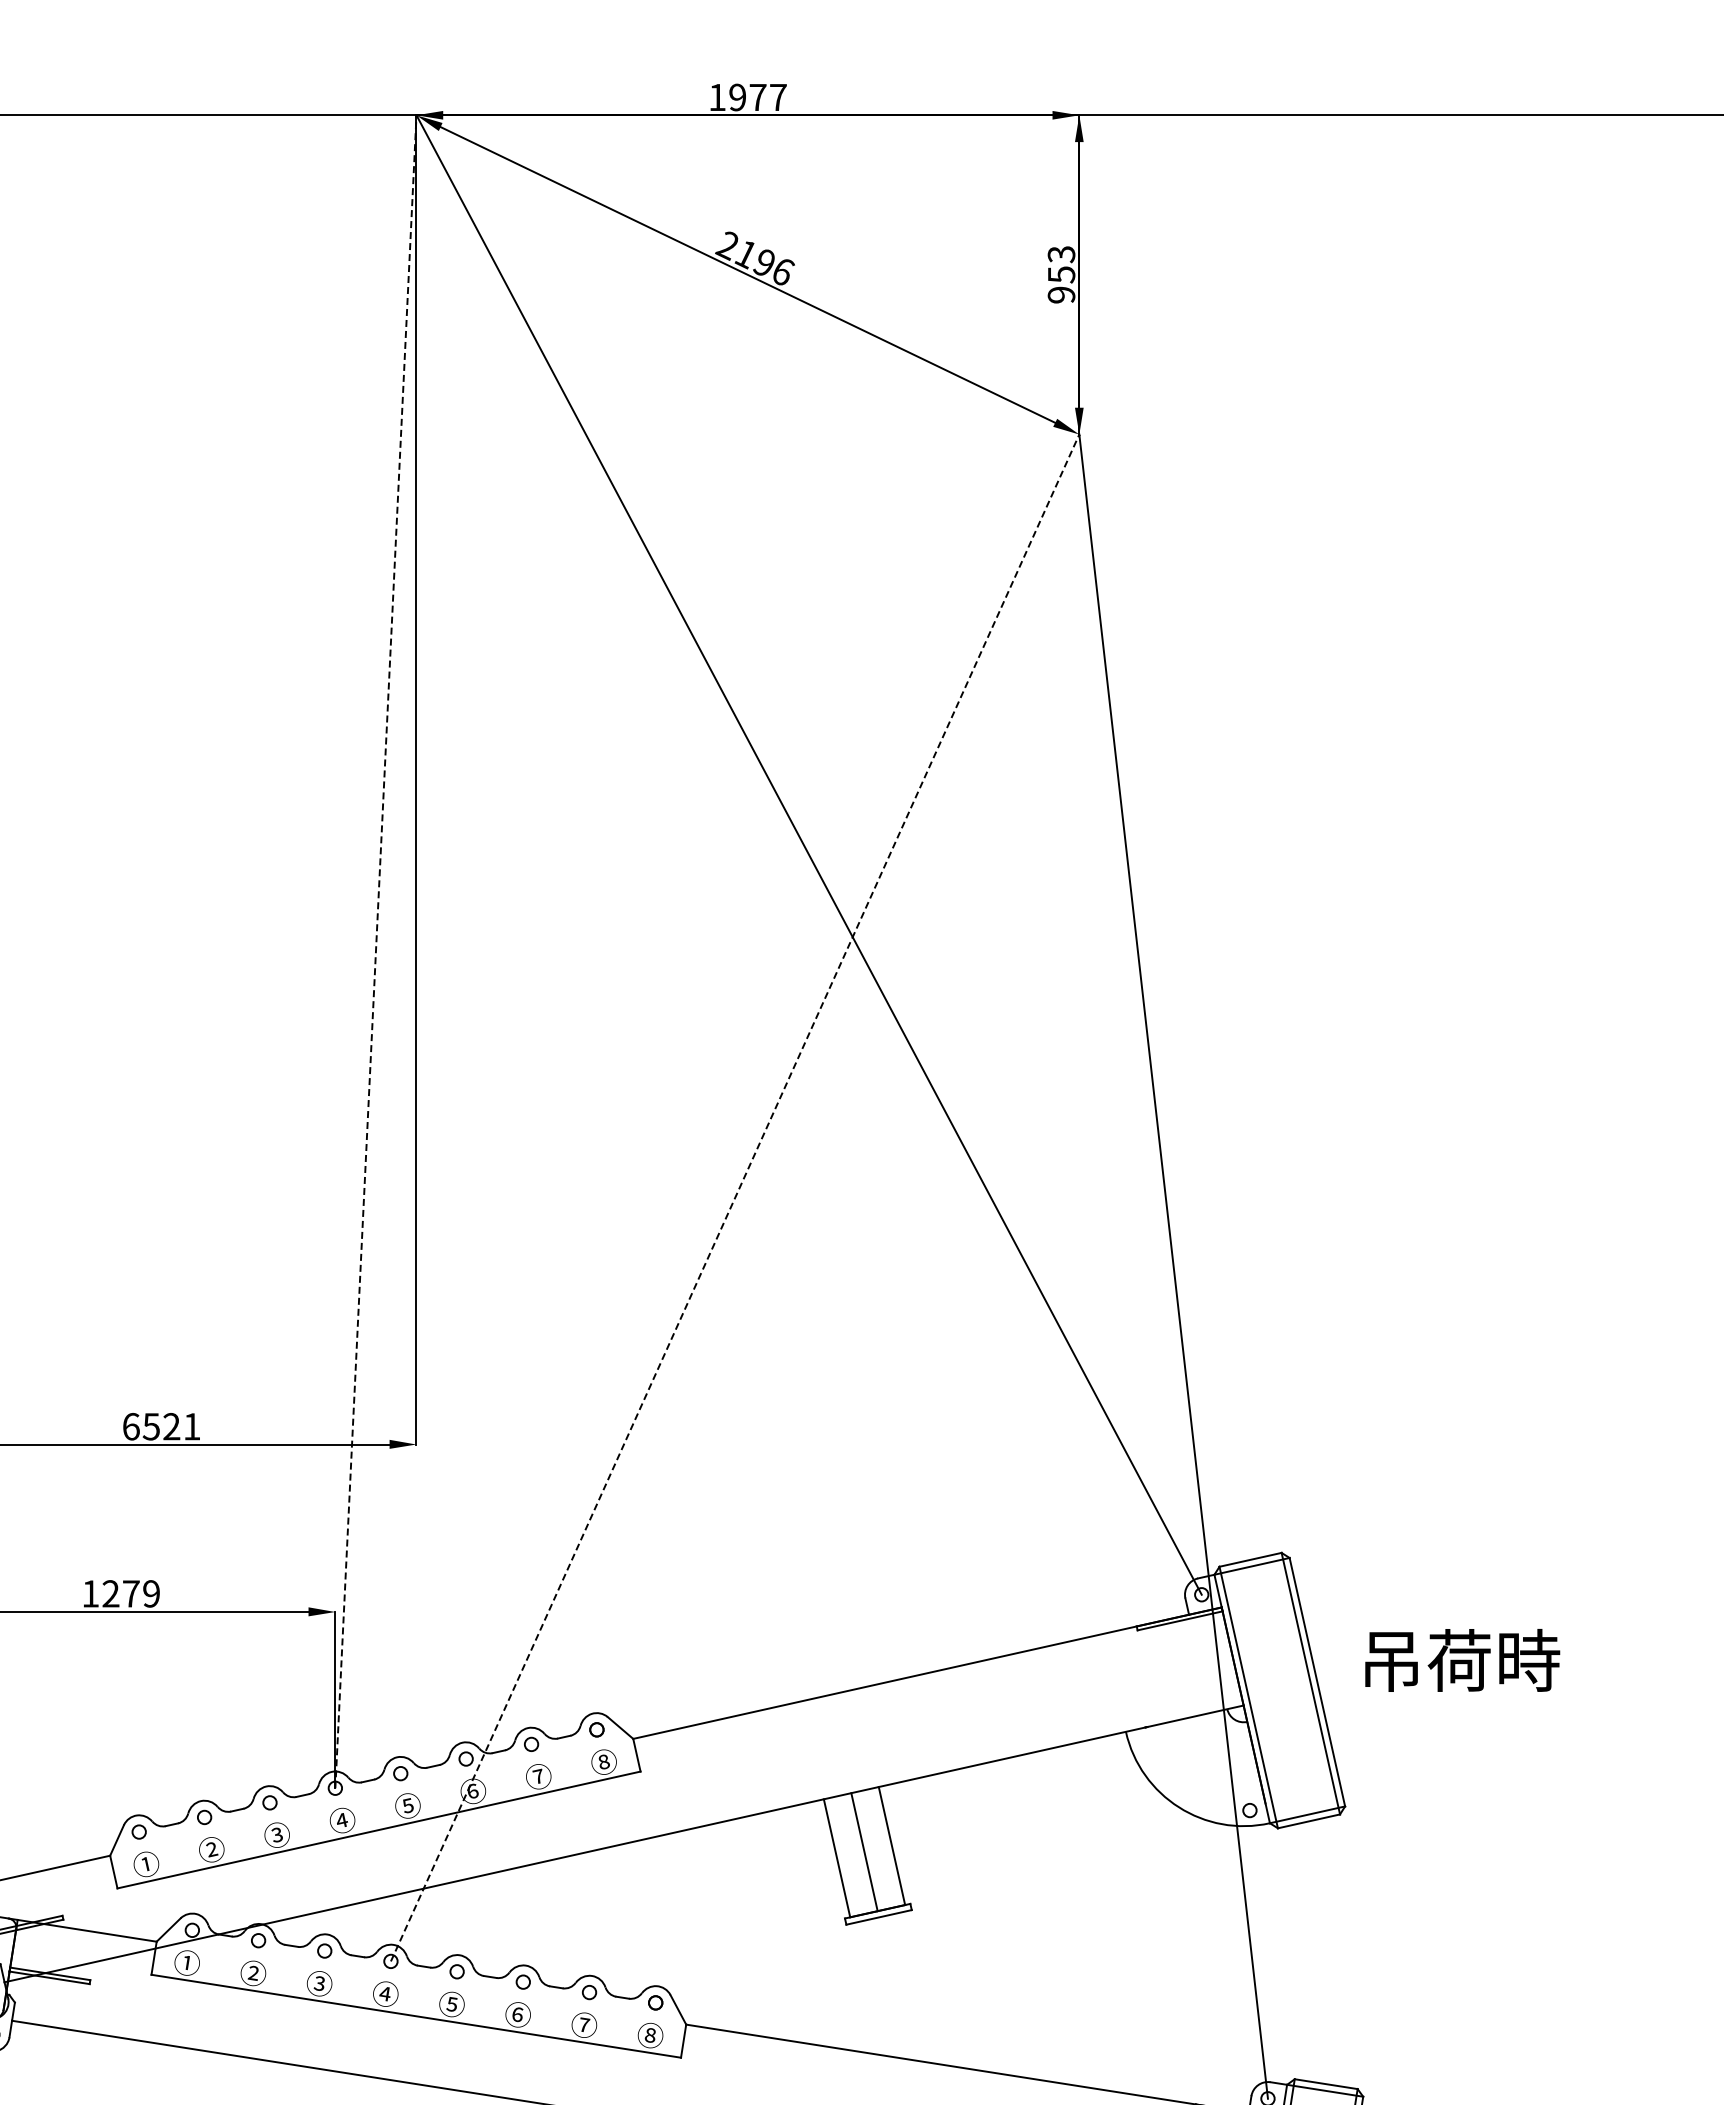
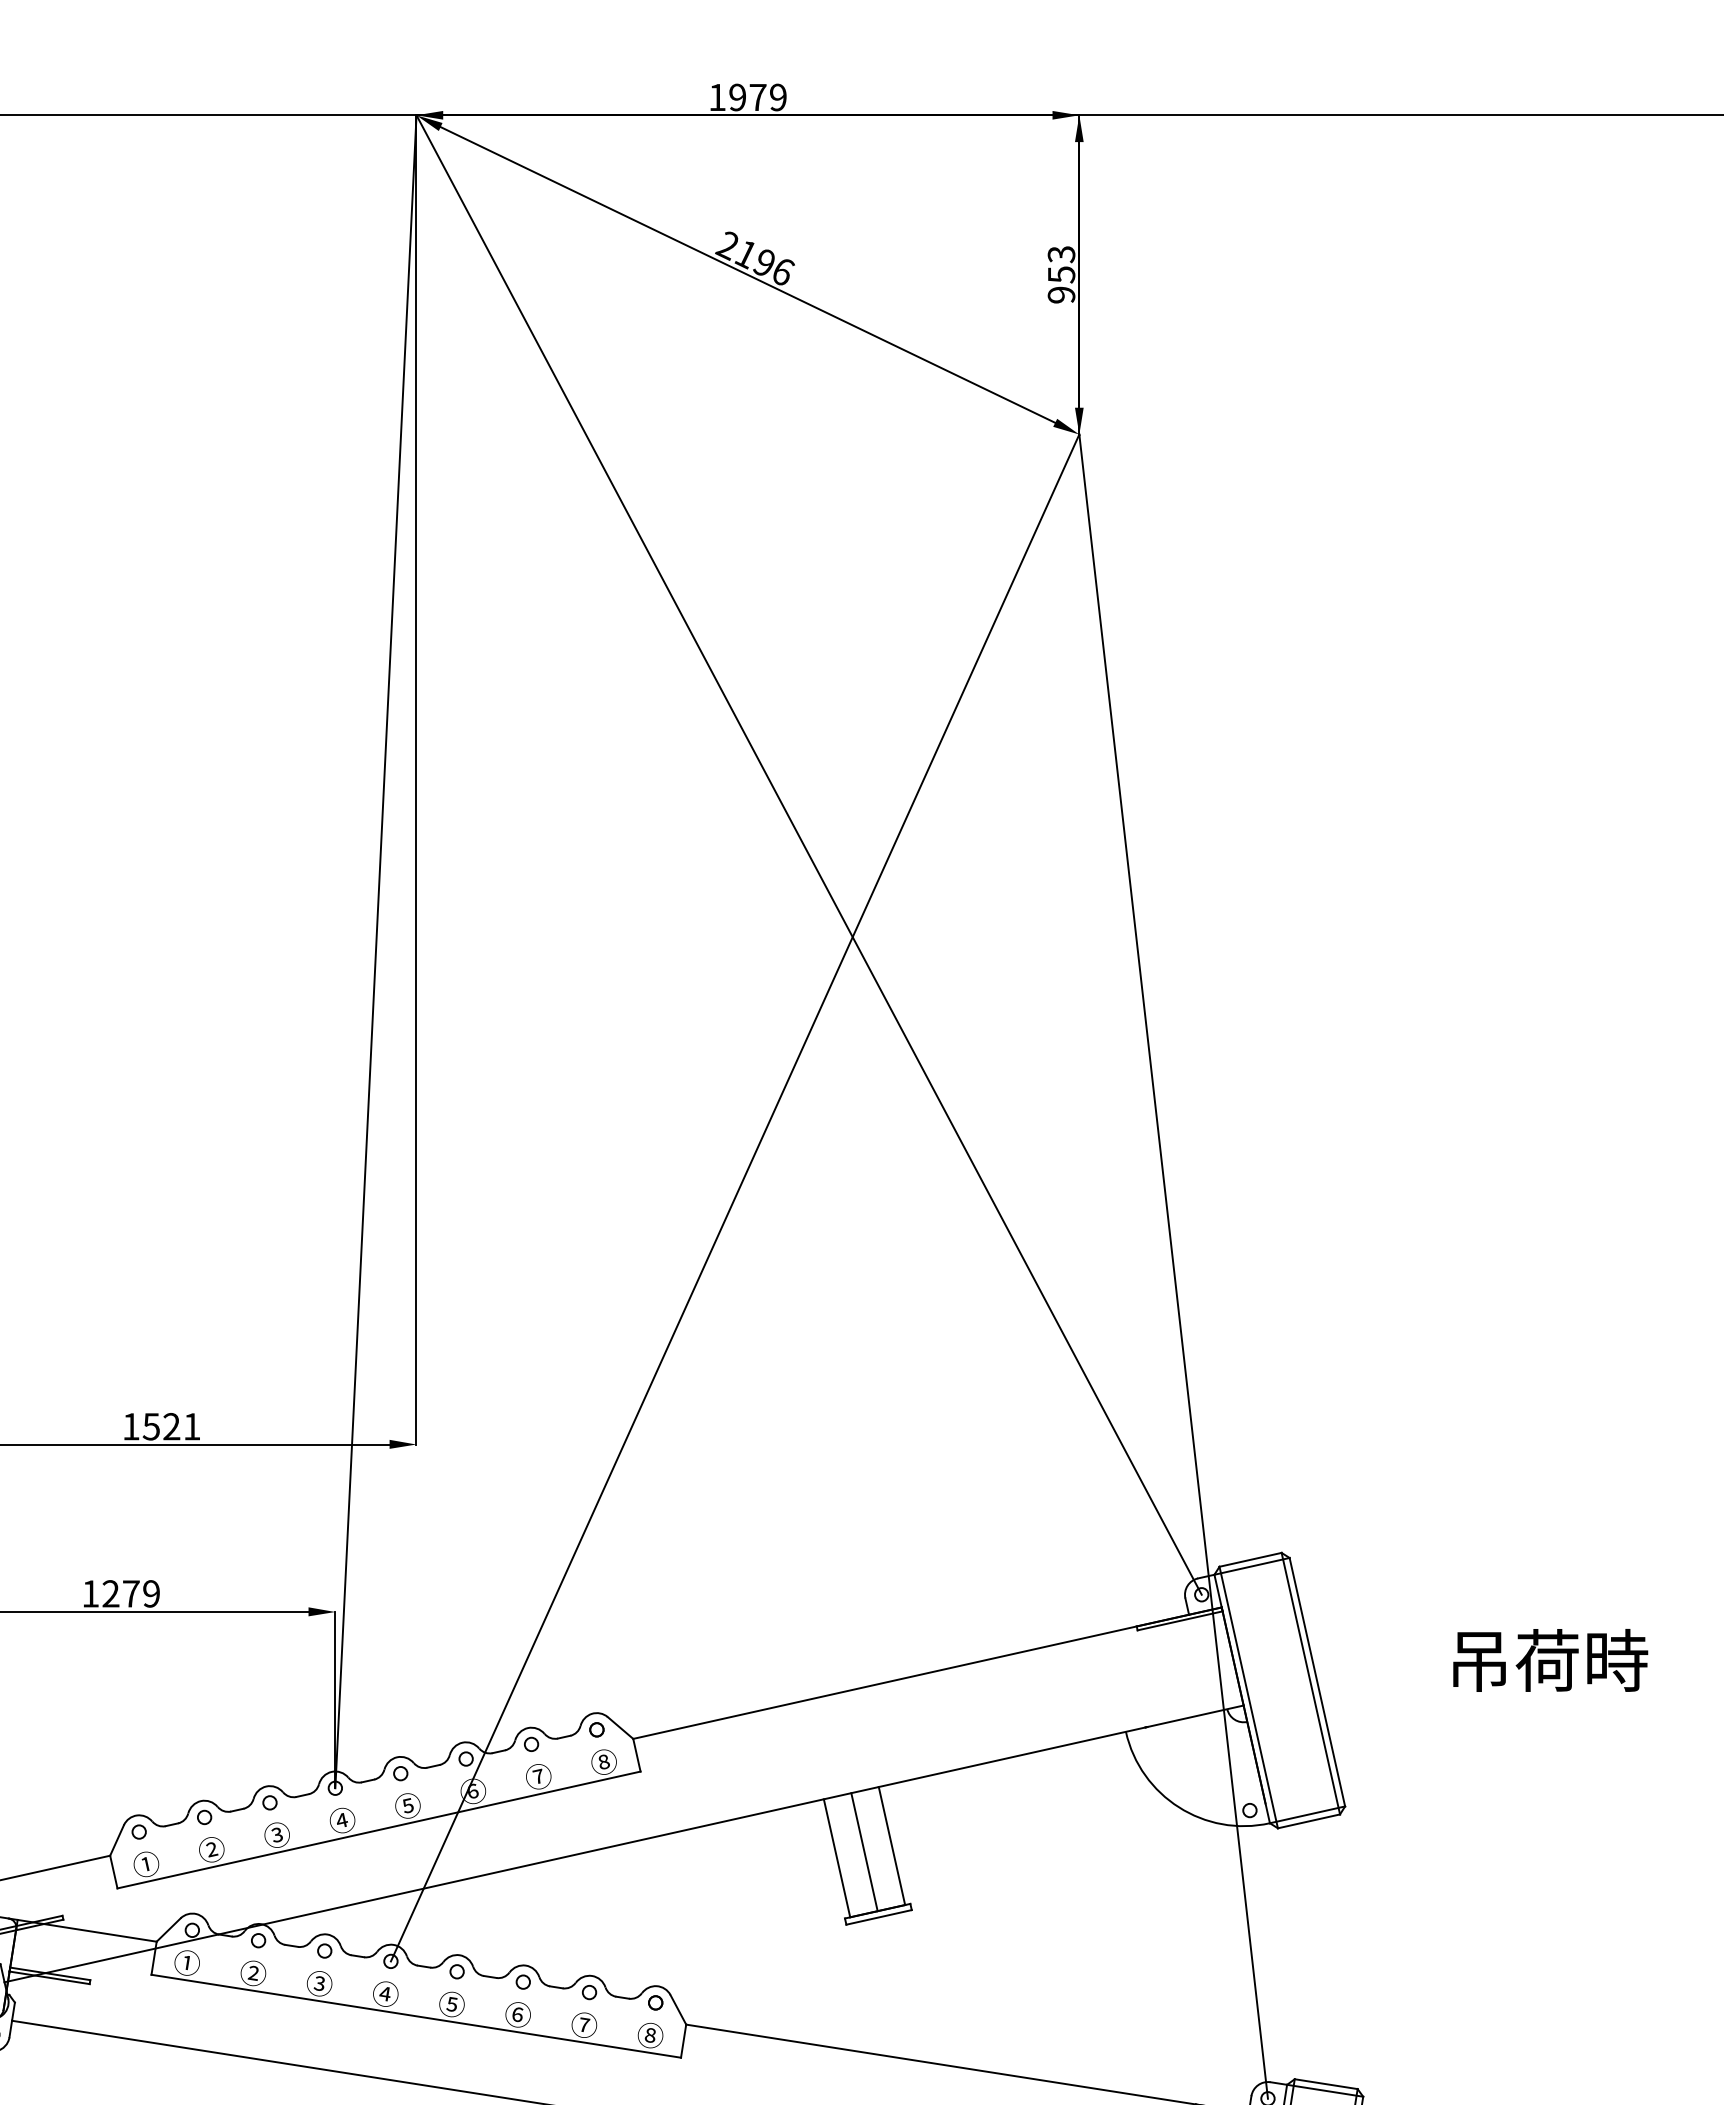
text at (778, 97): 1977 -> 1979
line at (375, 951): dashed -> solid
line at (735, 1197): dashed -> solid
text at (131, 1426): 6521 -> 1521
text at (1462, 1660) position: (1462, 1660) -> (1550, 1660)
